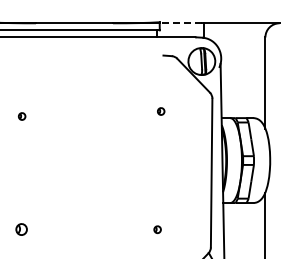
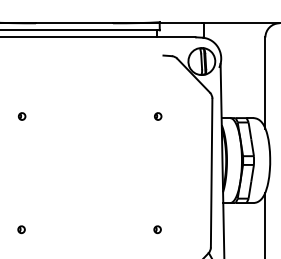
line at (180, 23): dashed -> solid
part at (161, 111) position: (161, 111) -> (158, 116)
part at (21, 229) size: 13x13 px -> 9x10 px
